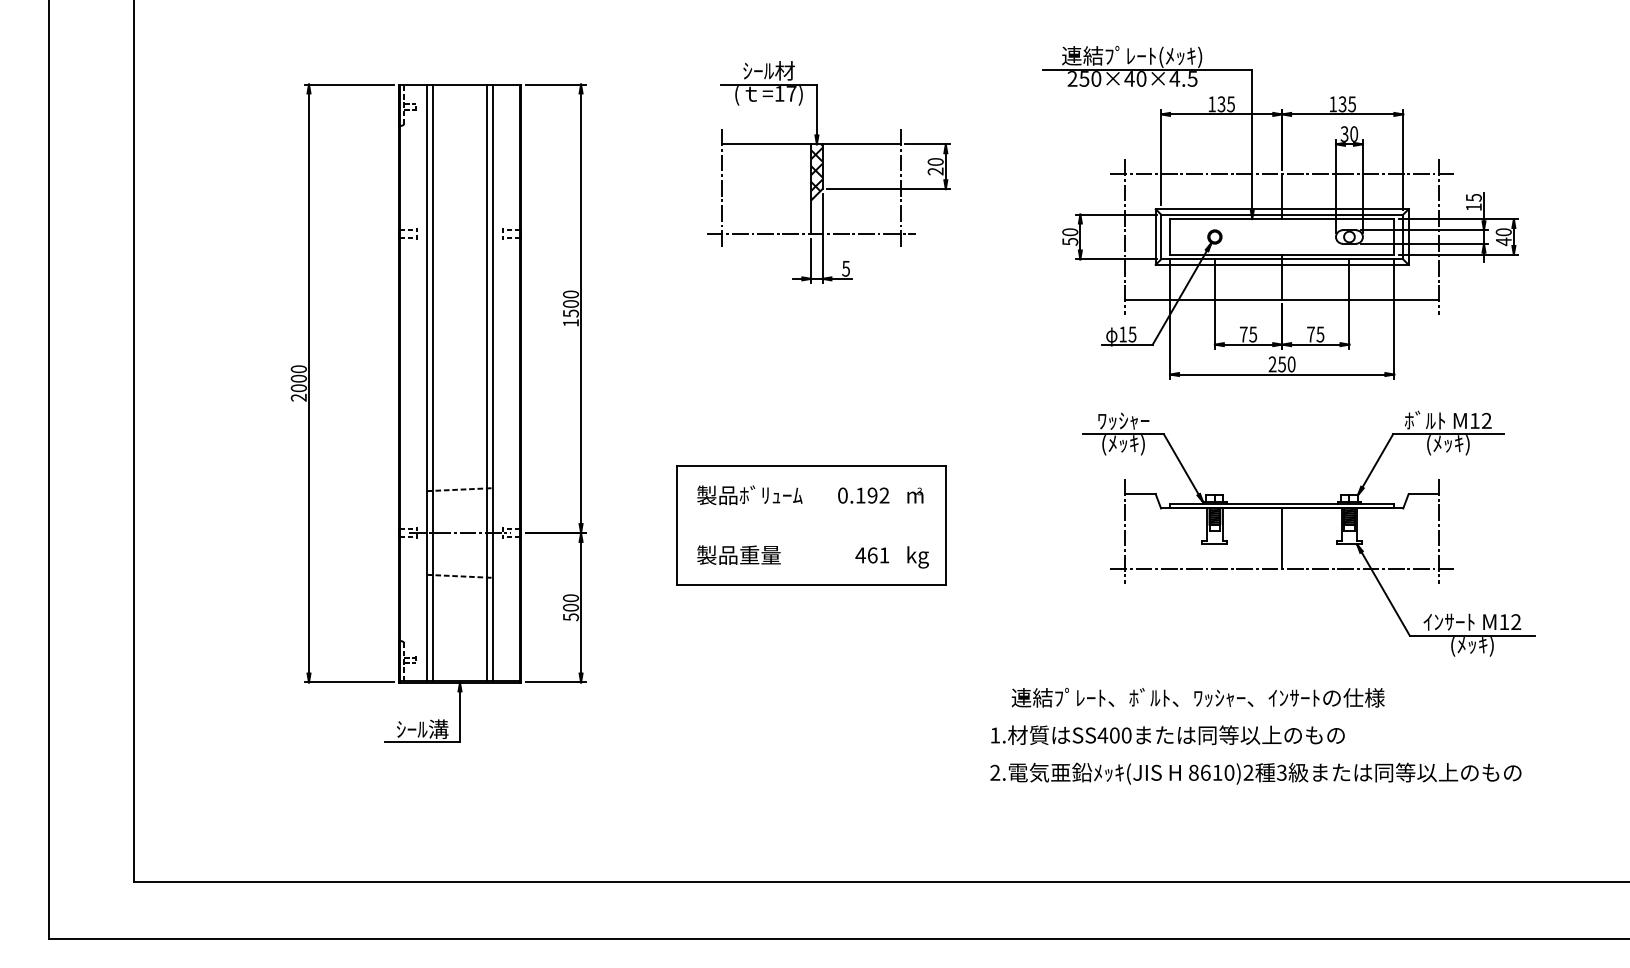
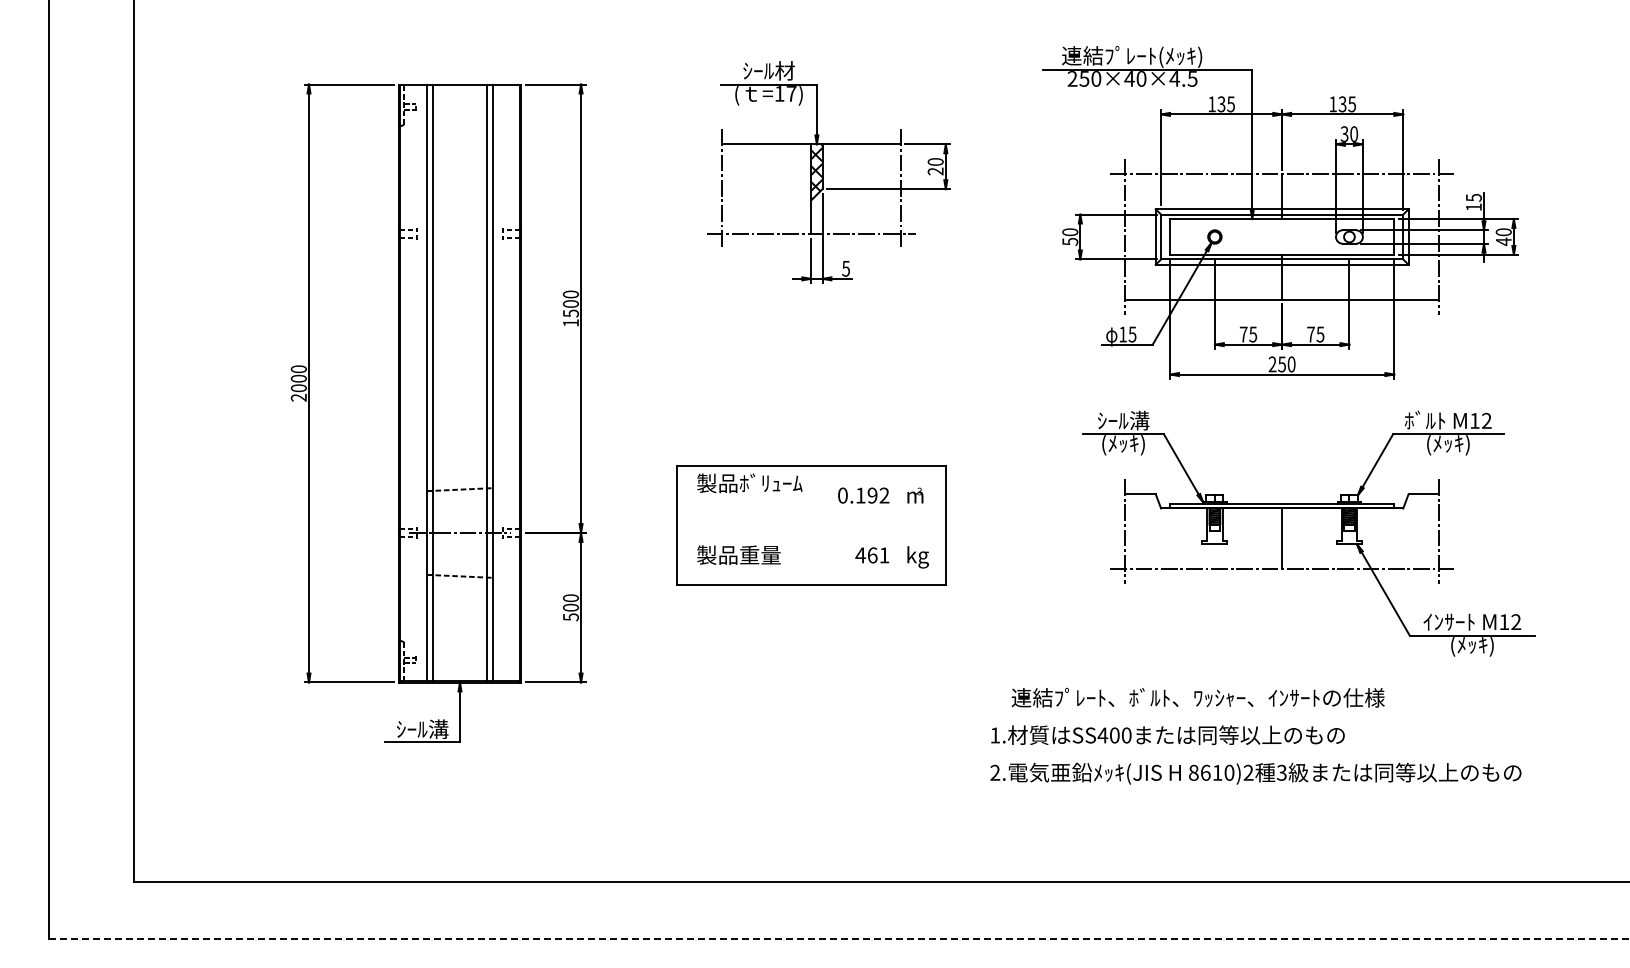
text at (1123, 420): ﾜｯｼｬｰ -> ｼｰﾙ溝
text at (749, 495) position: (749, 495) -> (749, 483)
line at (839, 939): solid -> dashed
